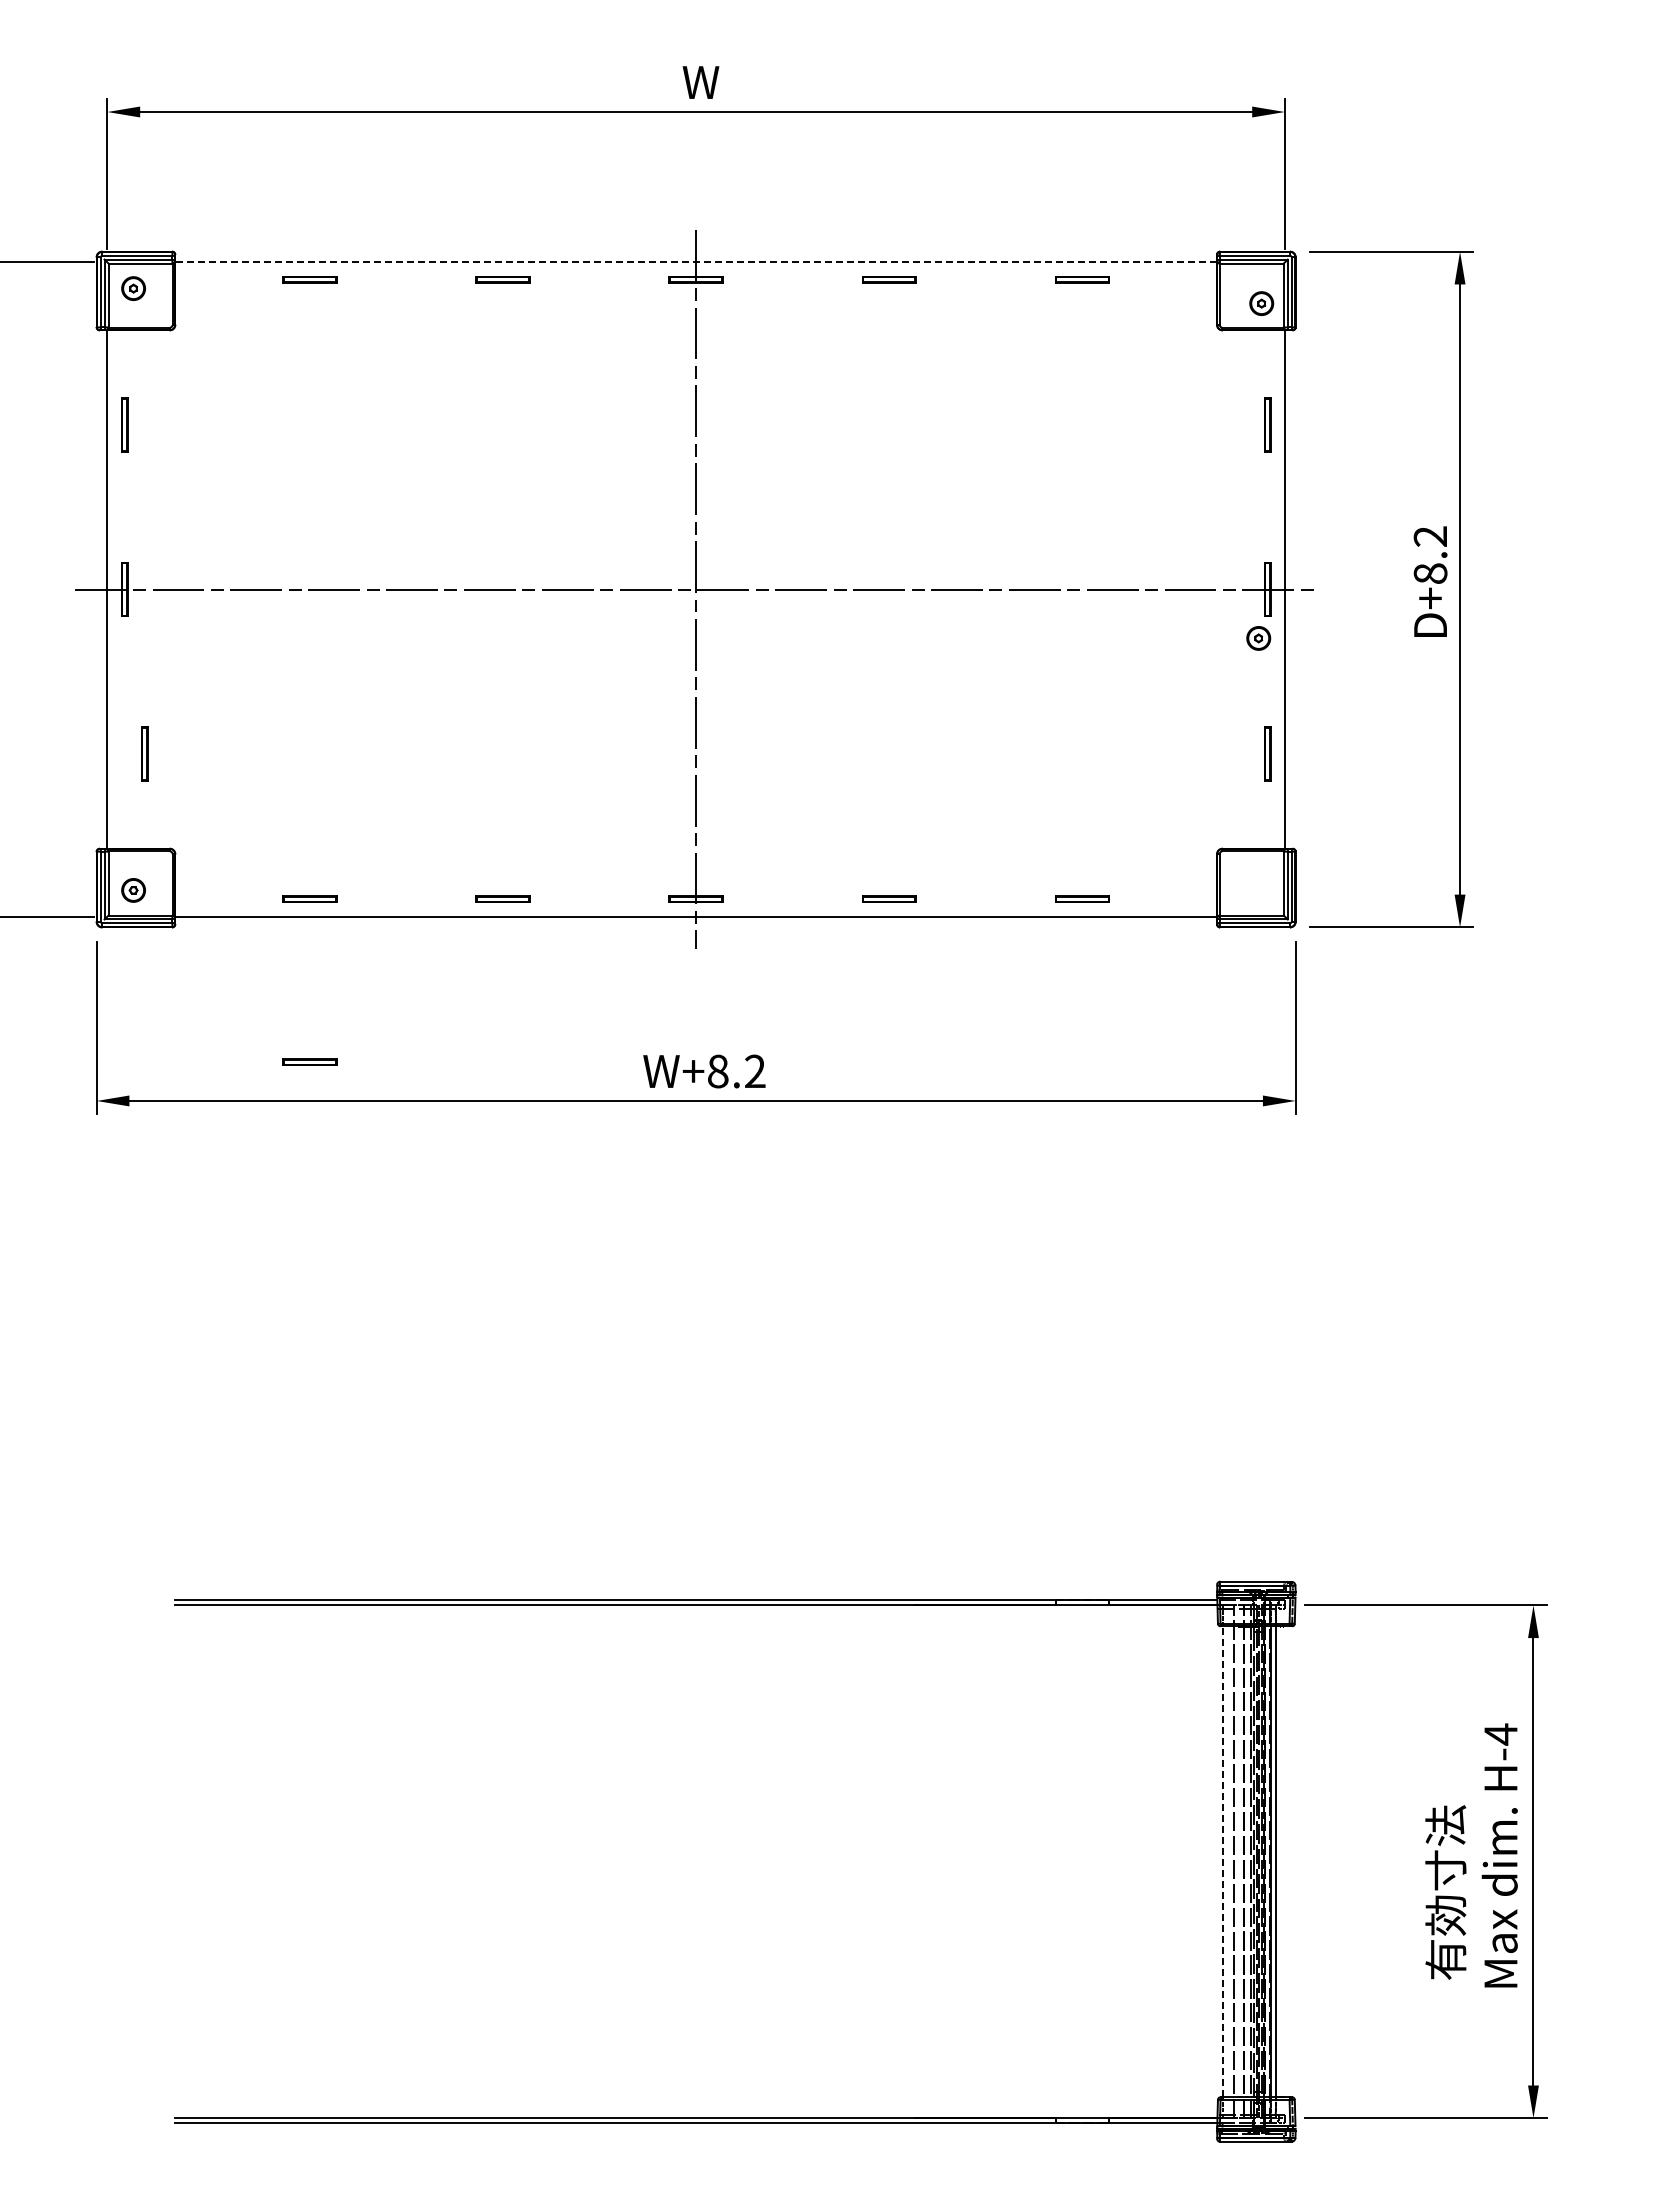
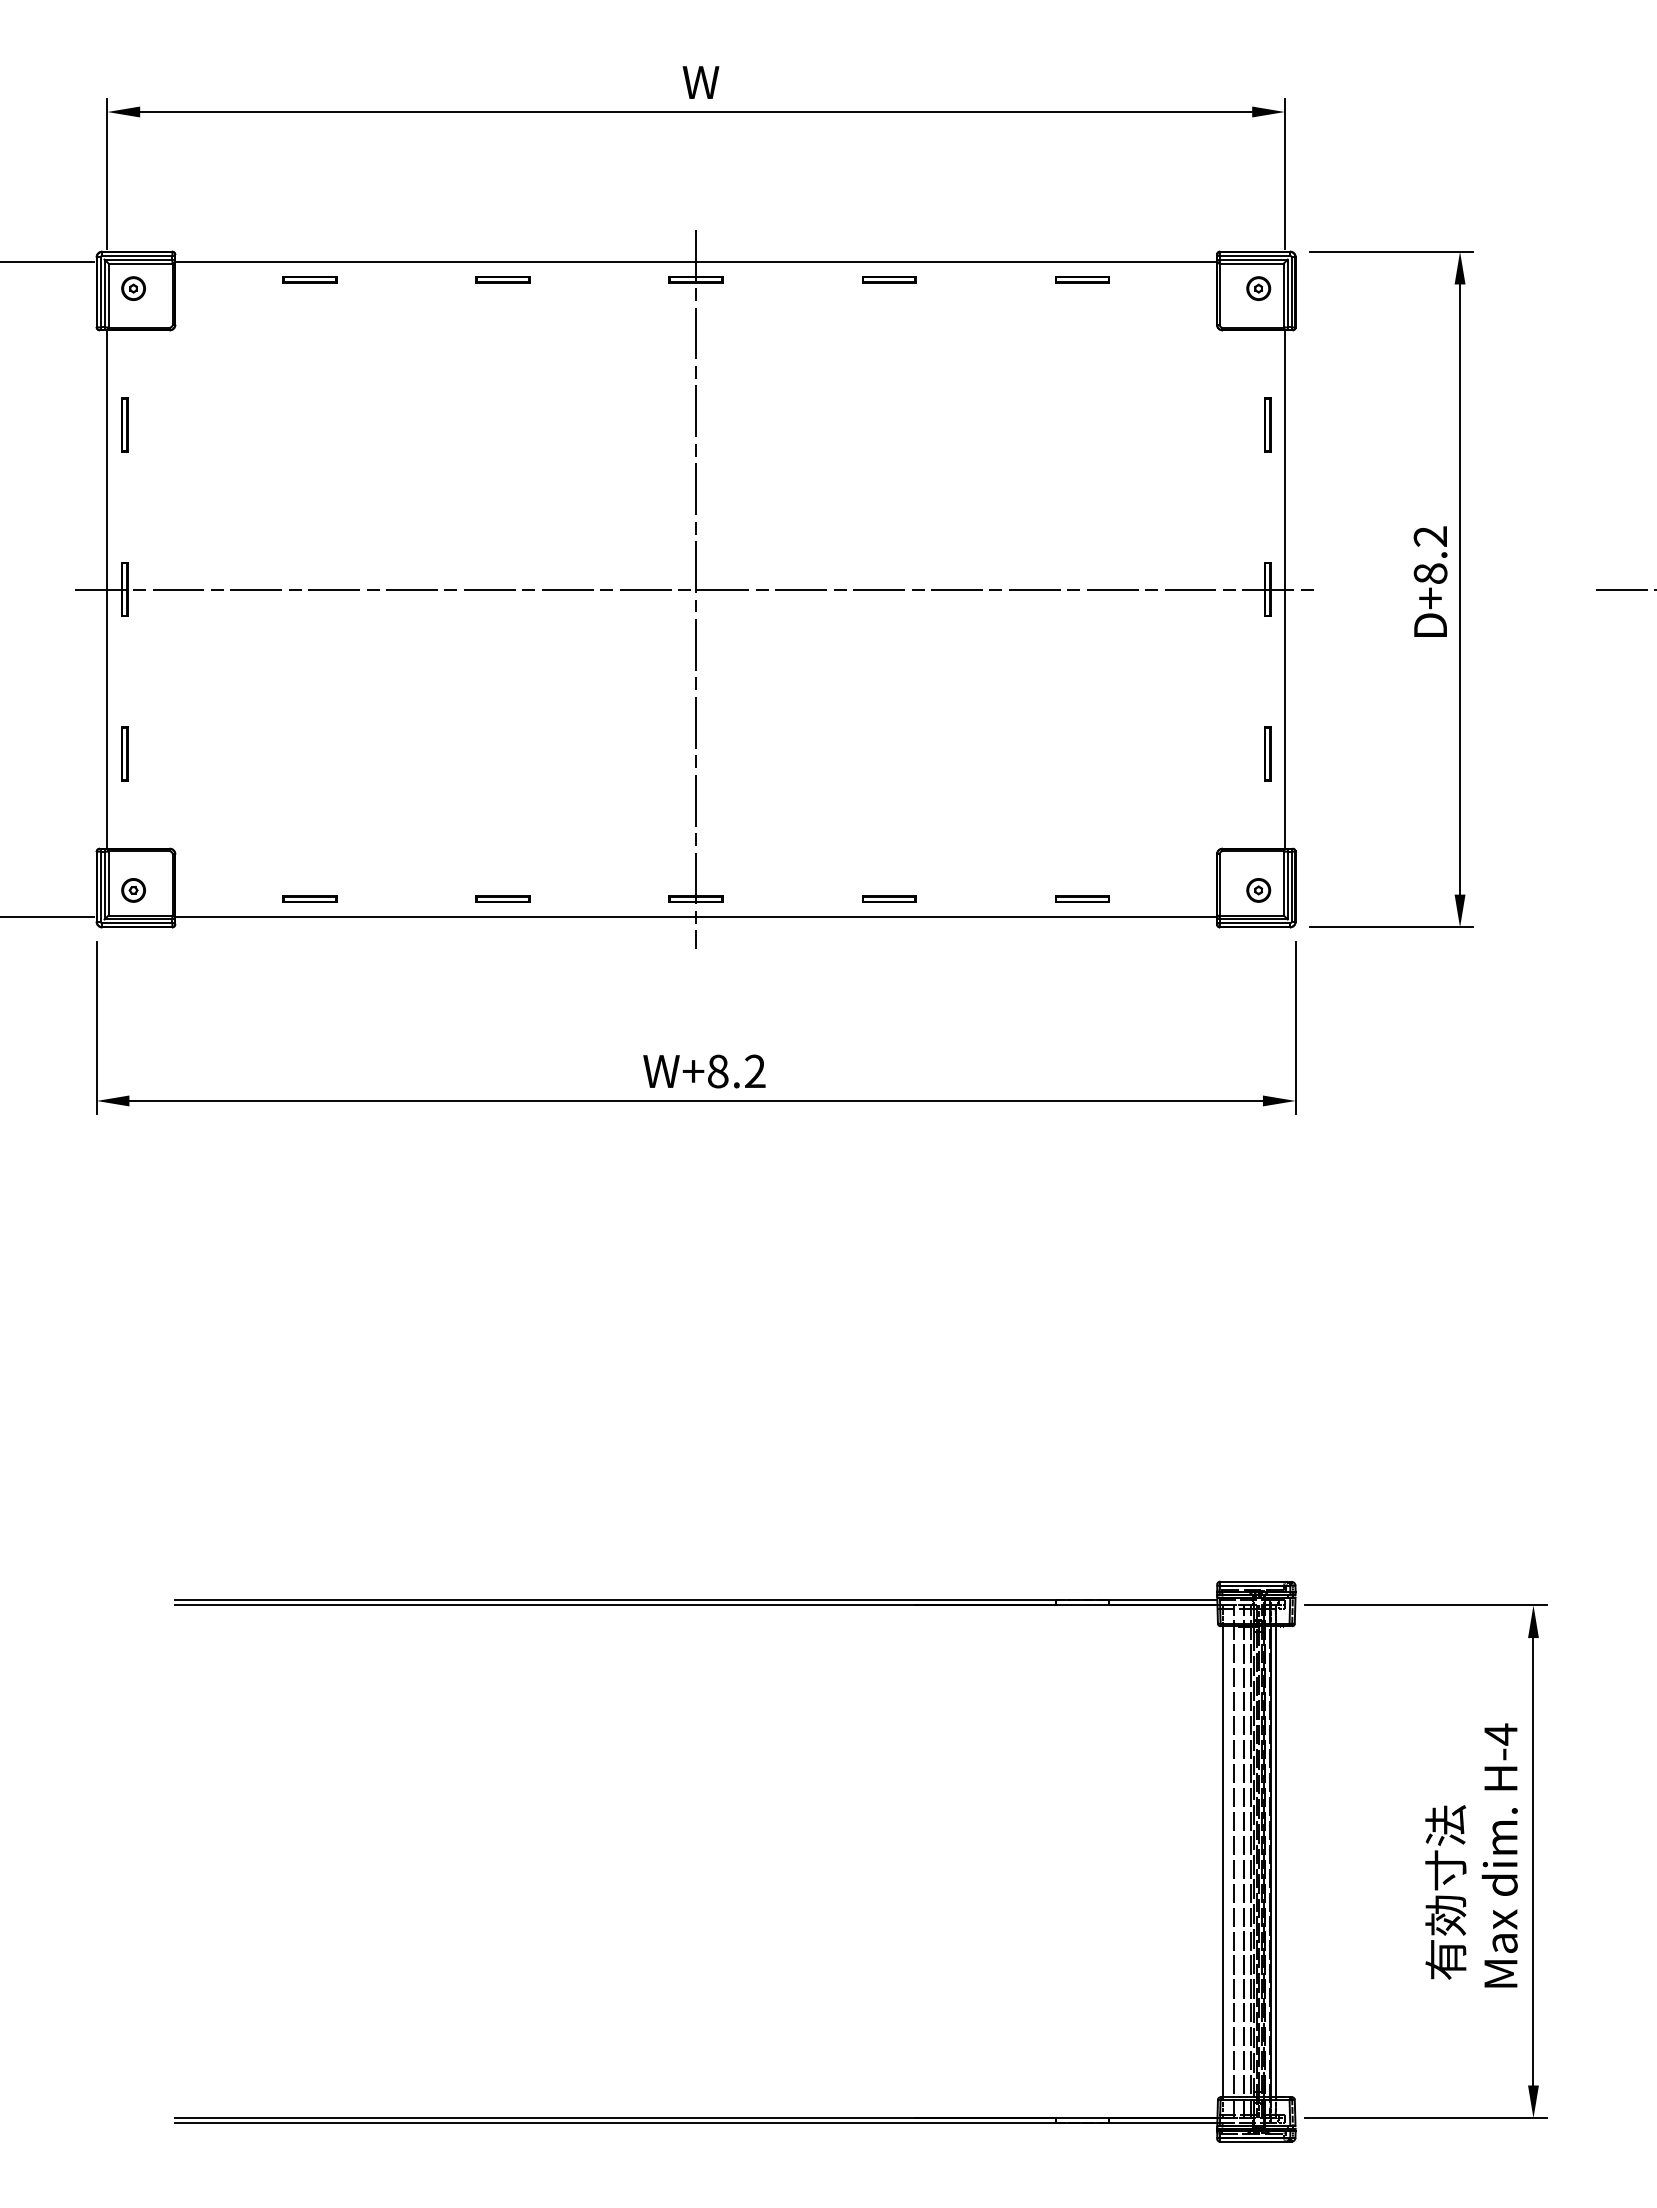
line at (696, 262): dashed -> solid
part at (1261, 303) position: (1261, 303) -> (1258, 288)
line at (1624, 589): none -> present
part at (1258, 638) position: (1258, 638) -> (1258, 890)
part at (144, 753) position: (144, 753) -> (124, 753)
part at (309, 1061): present -> none
line at (1223, 1861): dashed -> solid
